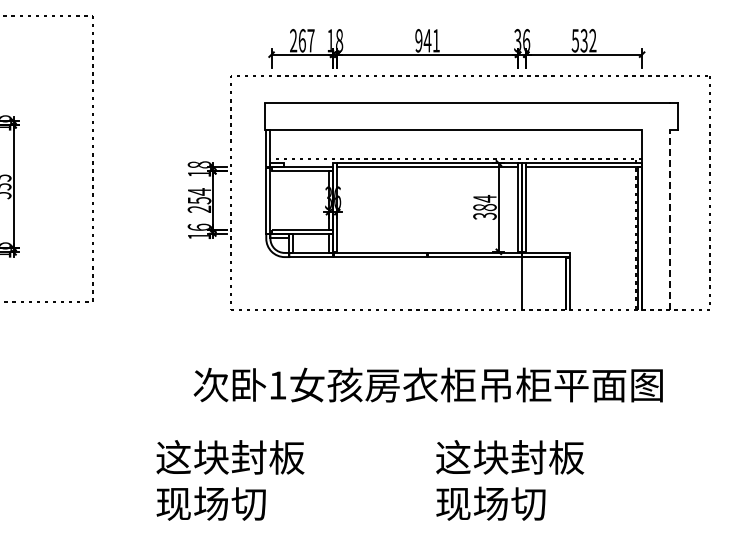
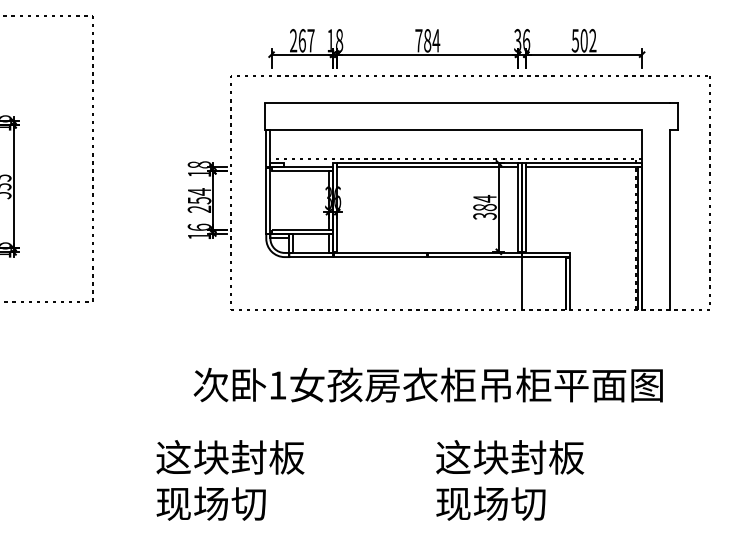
text at (427, 40): 941 -> 784
text at (583, 40): 532 -> 502
line at (669, 220): dashed -> solid
